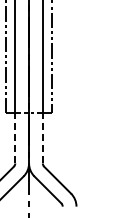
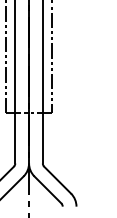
line at (15, 137): dashed -> solid
line at (42, 137): dashed -> solid
